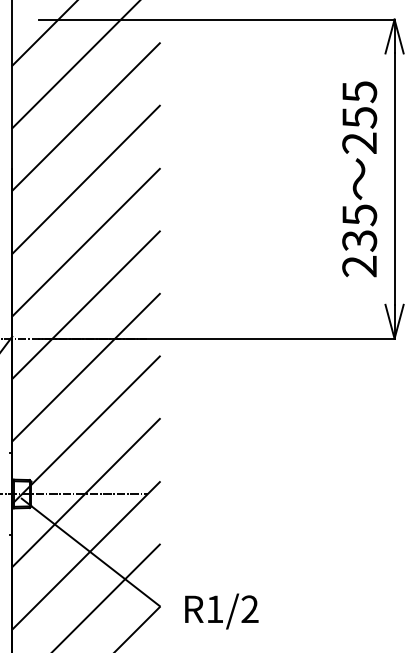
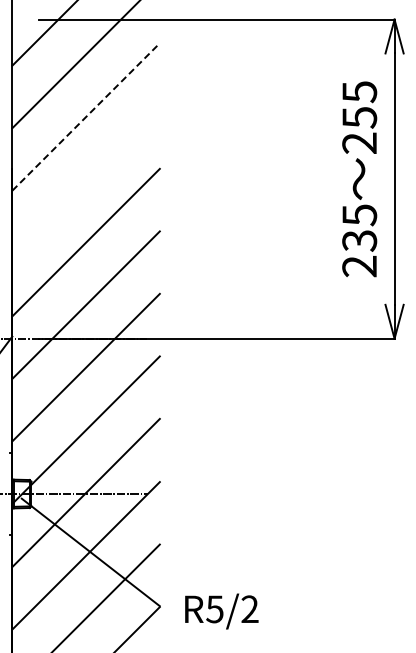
line at (86, 116): solid -> dashed
line at (85, 179): present -> none
text at (214, 609): R1/2 -> R5/2
